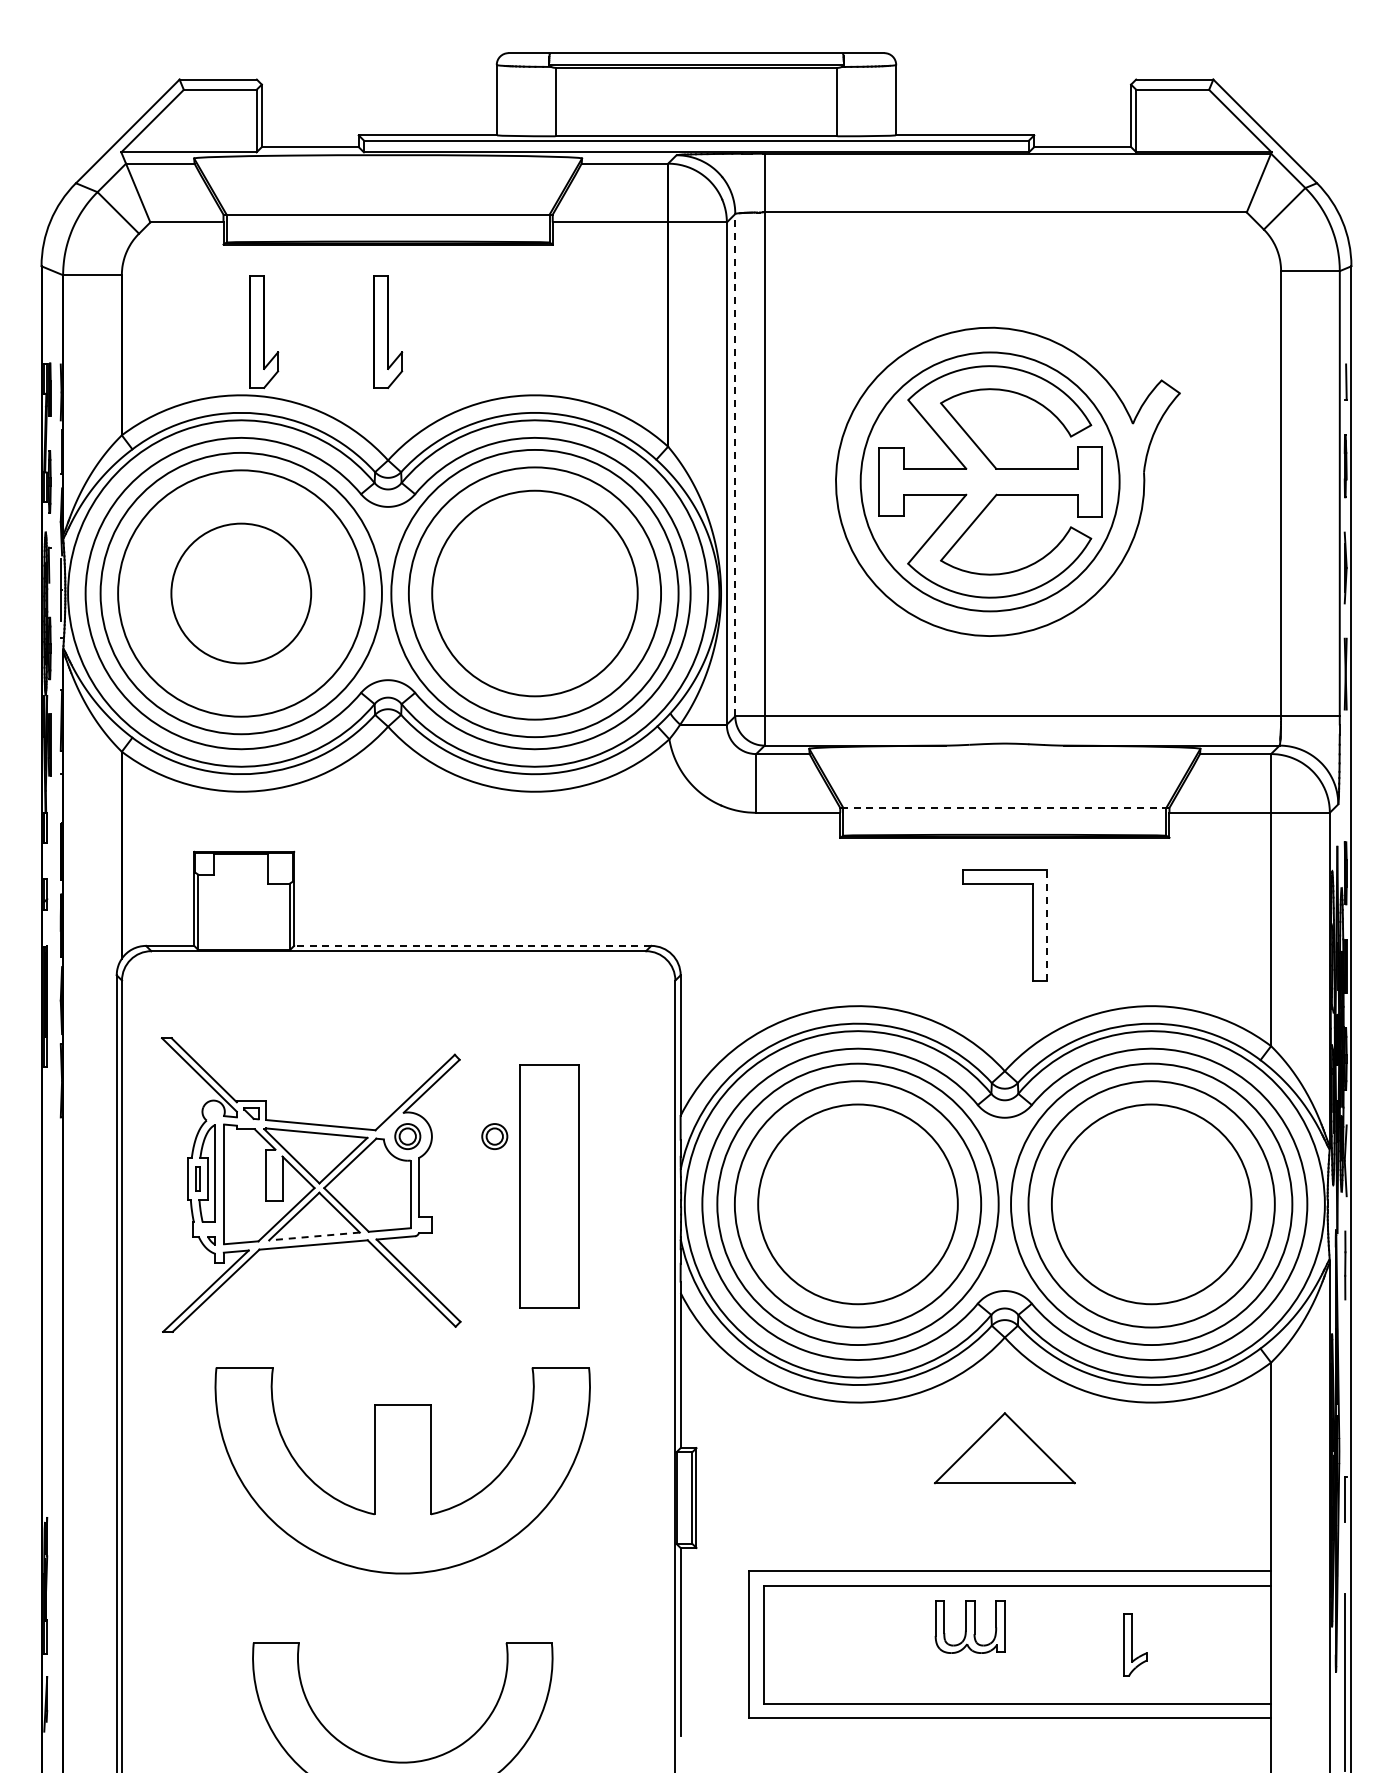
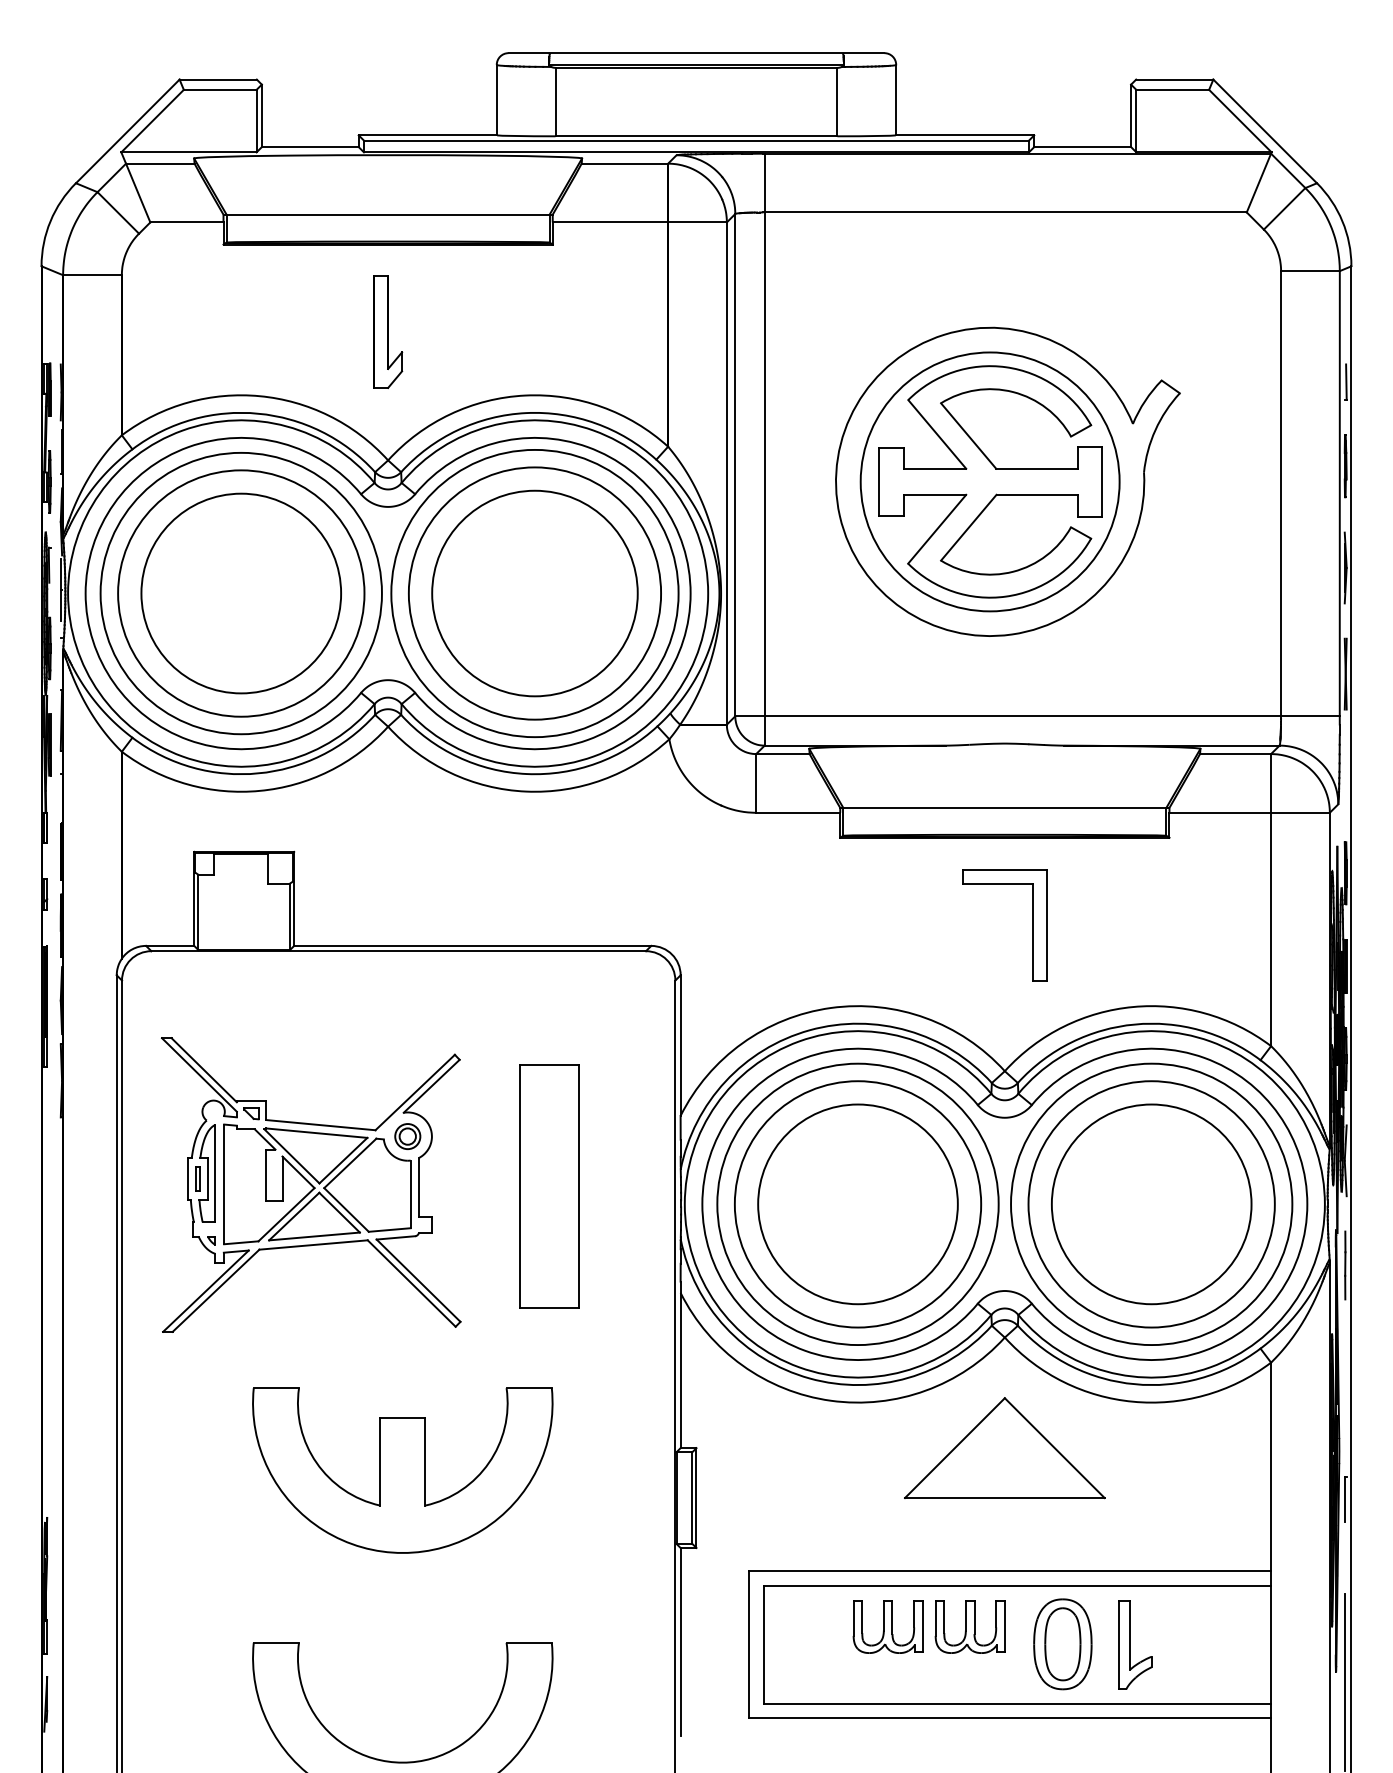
part at (264, 331): present -> none
line at (735, 464): dashed -> solid
circle at (241, 593) diameter: 140 px -> 200 px
line at (1004, 807): dashed -> solid
line at (1046, 925): dashed -> solid
line at (472, 945): dashed -> solid
part at (494, 1136): present -> none
line at (314, 1236): dashed -> solid
part at (1004, 1448) size: 142x73 px -> 202x103 px
part at (402, 1470) size: 377x208 px -> 302x167 px
part at (887, 1626): none -> present
part at (1062, 1644): none -> present
part at (1135, 1644) size: 25x64 px -> 35x90 px
